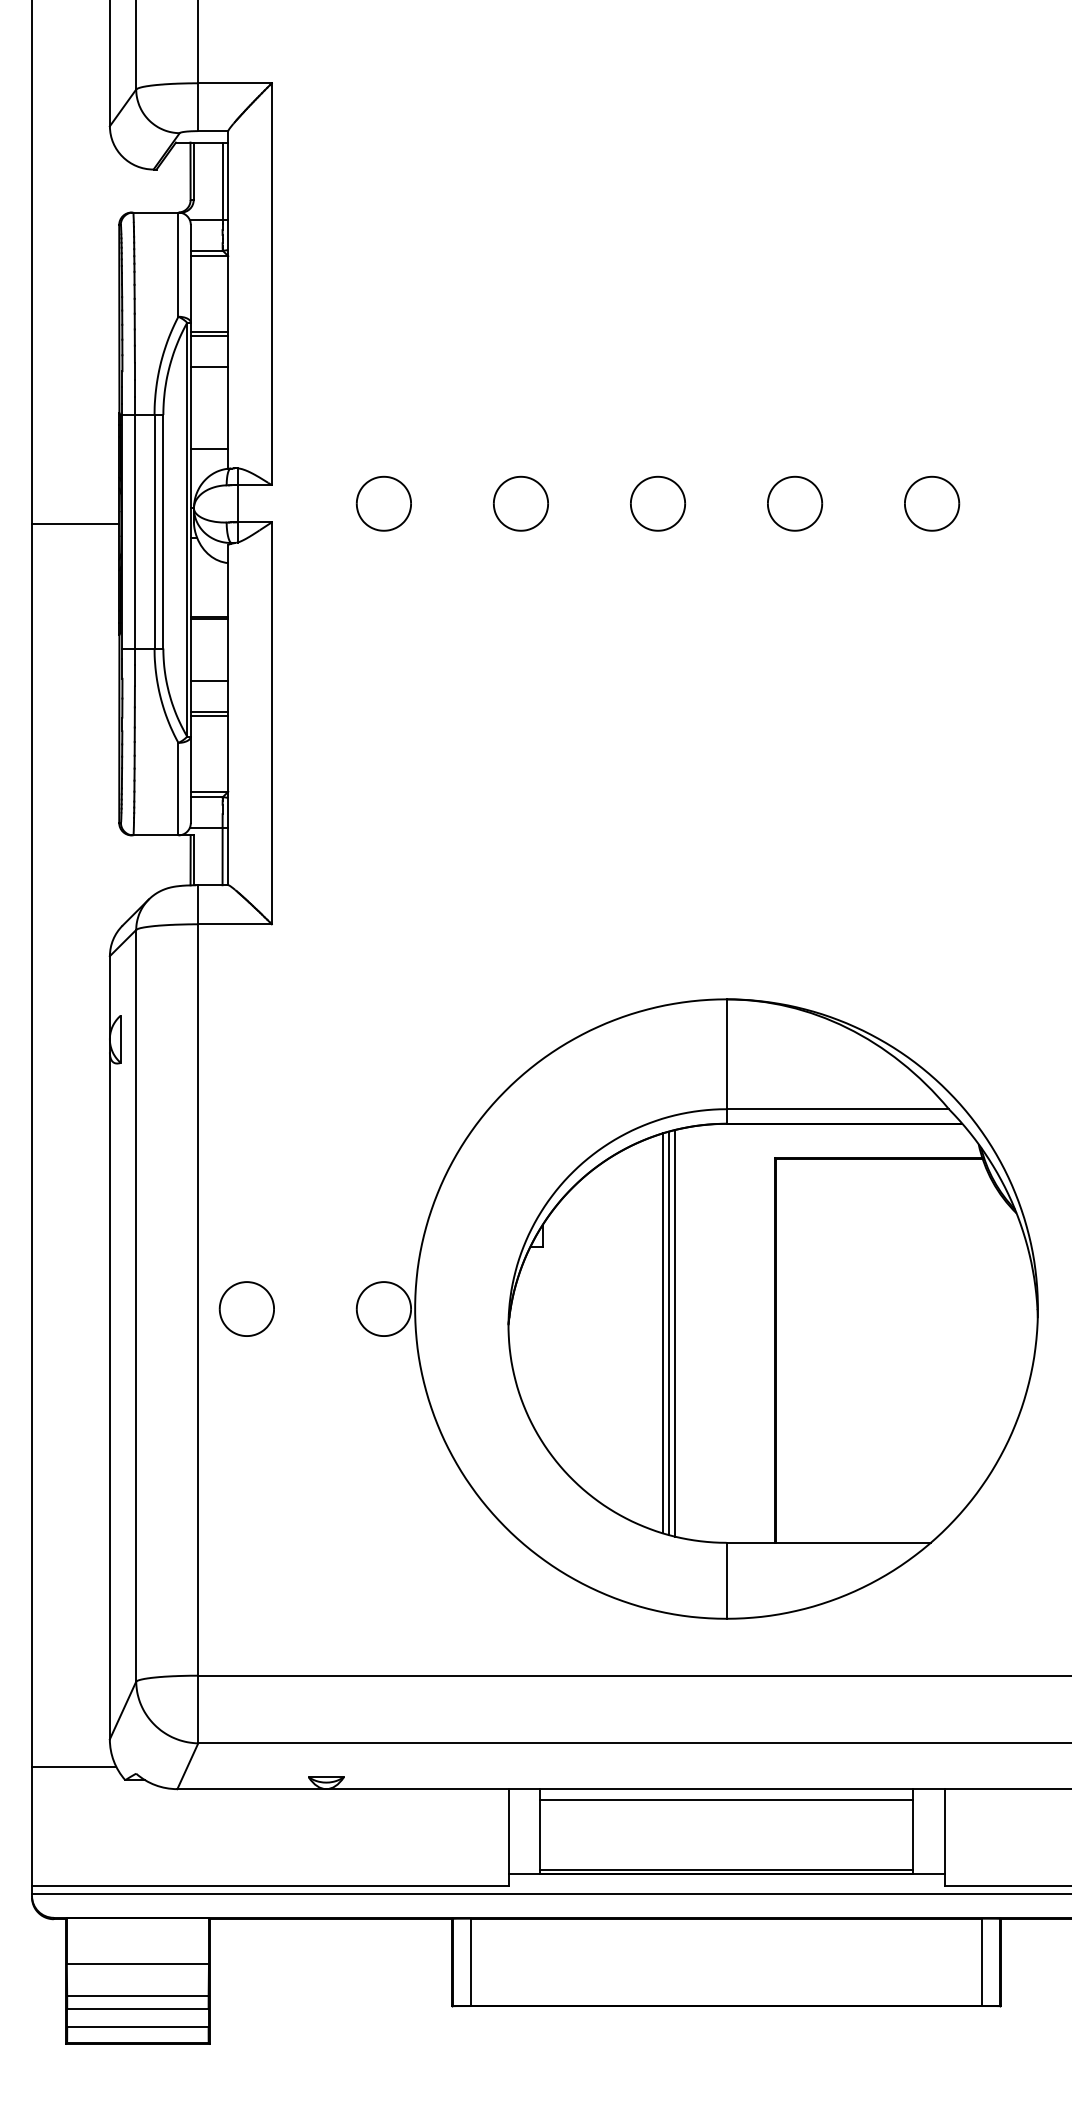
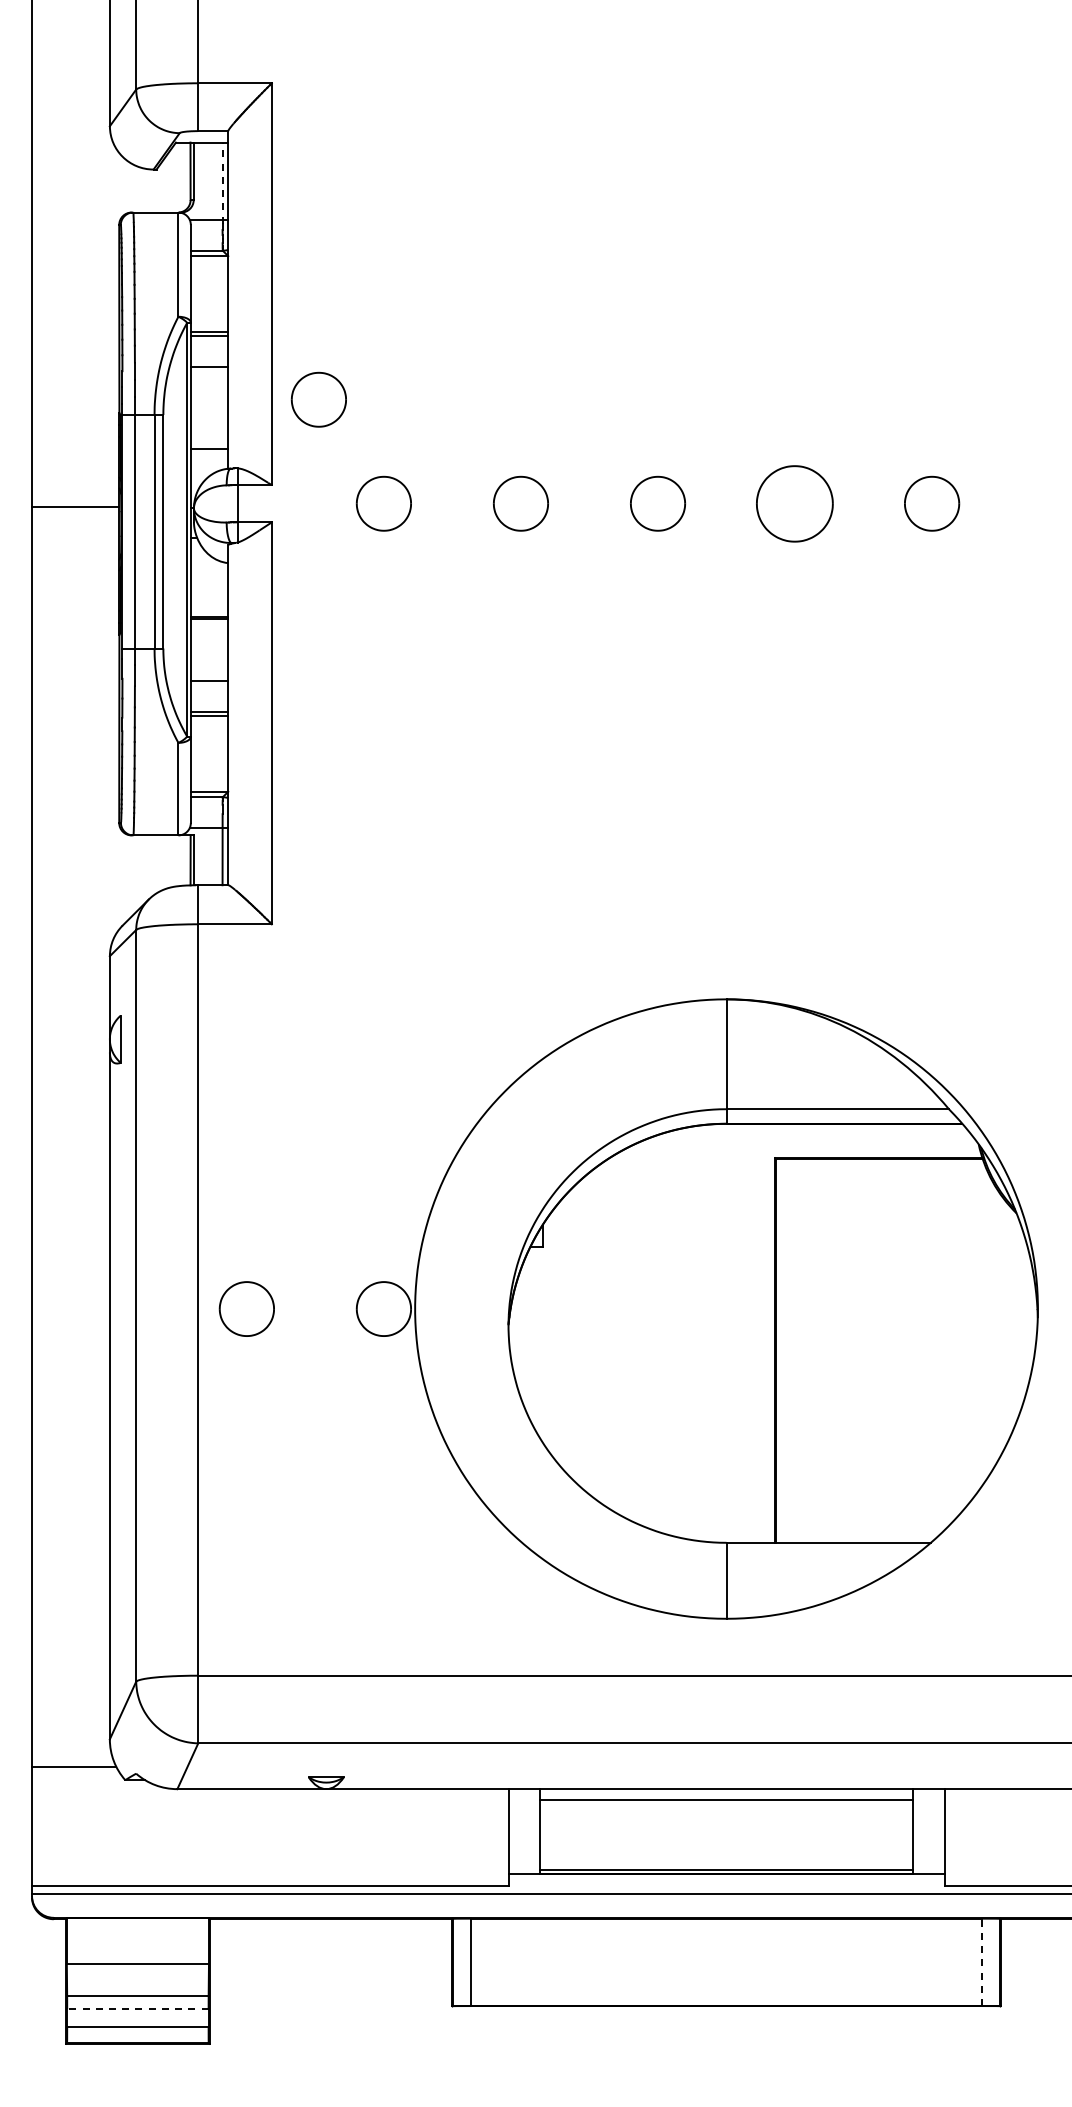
line at (222, 182): solid -> dashed
part at (318, 399): none -> present
part at (795, 503) size: 57x57 px -> 78x78 px
line at (75, 523) position: (75, 523) -> (75, 506)
line at (675, 1332): present -> none
line at (663, 1333): present -> none
line at (669, 1333): present -> none
line at (981, 1962): solid -> dashed
line at (137, 2009): solid -> dashed
